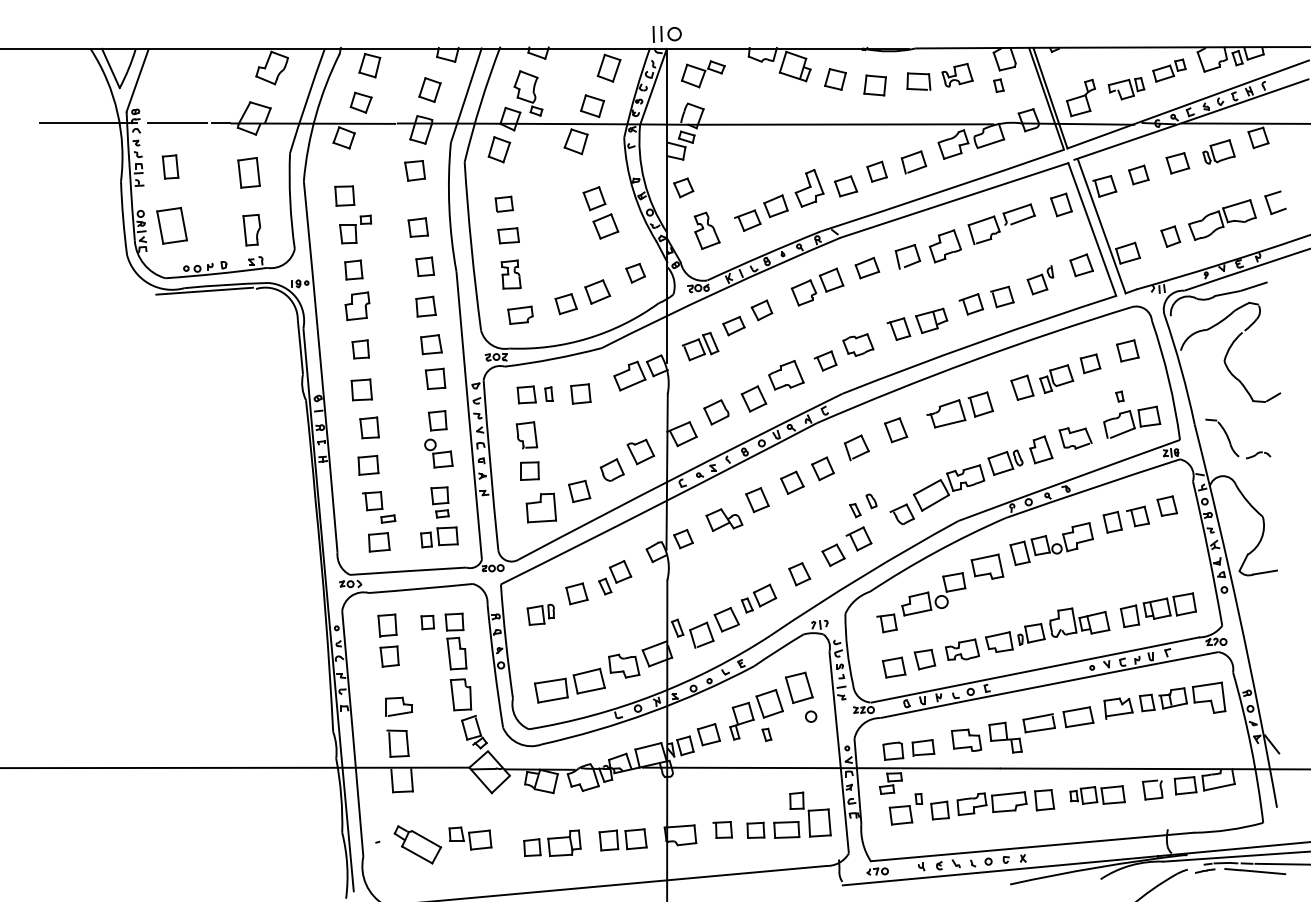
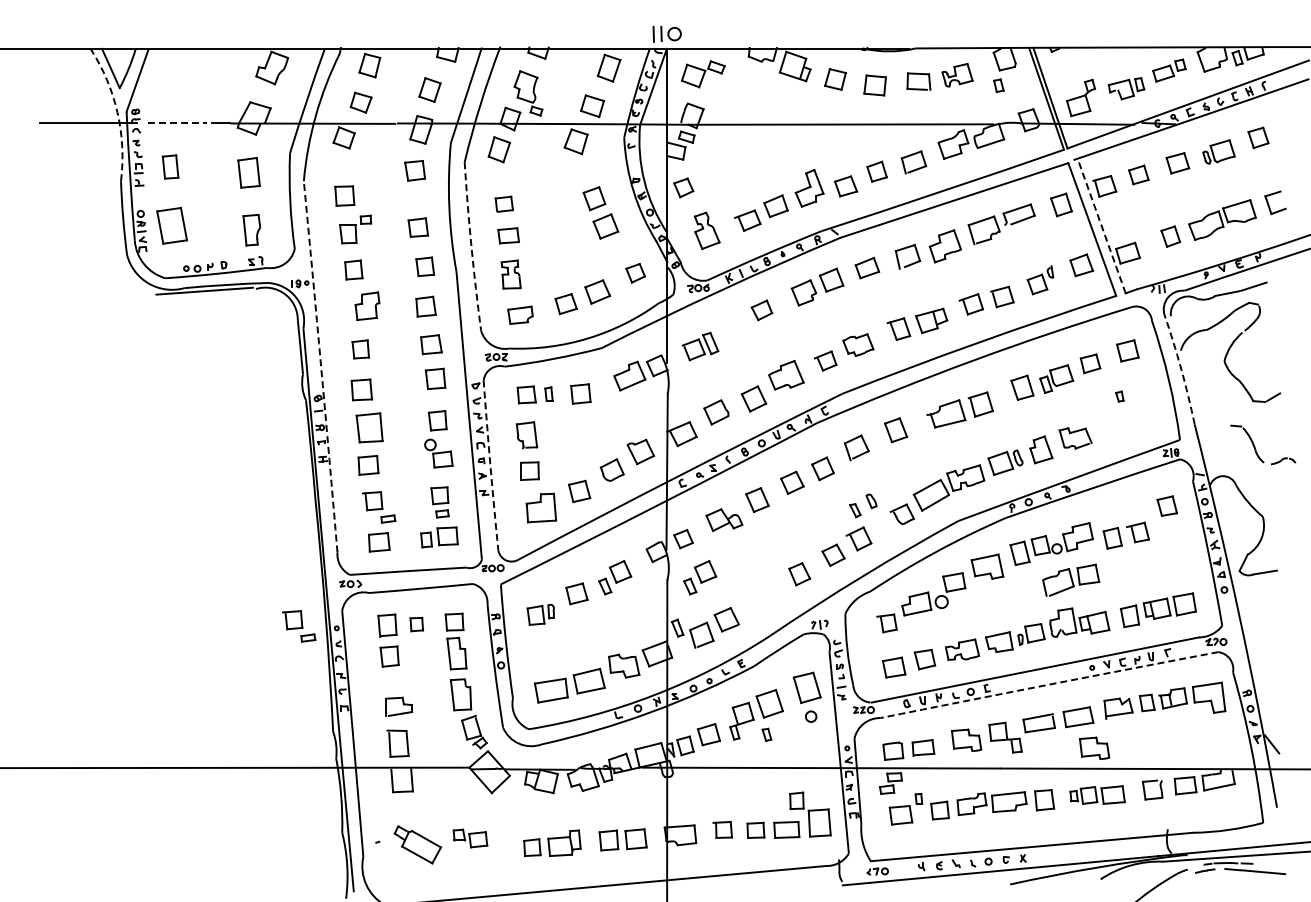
arc at (117, 112): solid -> dashed
line at (177, 123): solid -> dashed
line at (1244, 123): present -> none
line at (1101, 225): solid -> dashed
arc at (471, 246): solid -> dashed
part at (357, 305) position: (357, 305) -> (367, 305)
part at (733, 326): present -> none
arc at (321, 366): solid -> dashed
arc at (1181, 369): solid -> dashed
part at (1132, 421) position: (1132, 421) -> (1071, 579)
part at (369, 427) size: 21x24 px -> 29x32 px
part at (1230, 440) position: (1230, 440) -> (1255, 446)
arc at (490, 465): solid -> dashed
part at (1125, 519) position: (1125, 519) -> (1125, 535)
part at (700, 577): none -> present
part at (758, 598): present -> none
part at (427, 622) position: (427, 622) -> (416, 624)
part at (299, 626): none -> present
arc at (1049, 684): solid -> dashed
part at (798, 687) position: (798, 687) -> (806, 687)
part at (1094, 747): none -> present
part at (470, 838) size: 45x25 px -> 37x21 px
line at (1281, 863): present -> none
